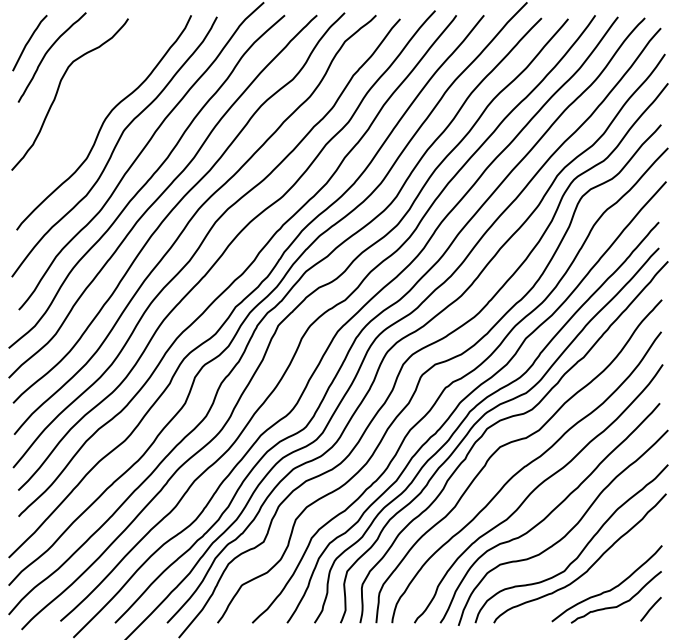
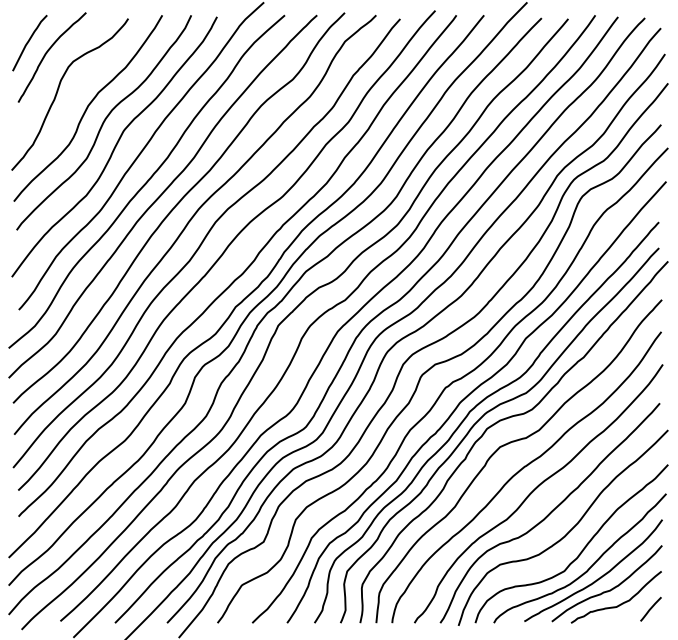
curve at (87, 108): none -> present
curve at (597, 578): none -> present
